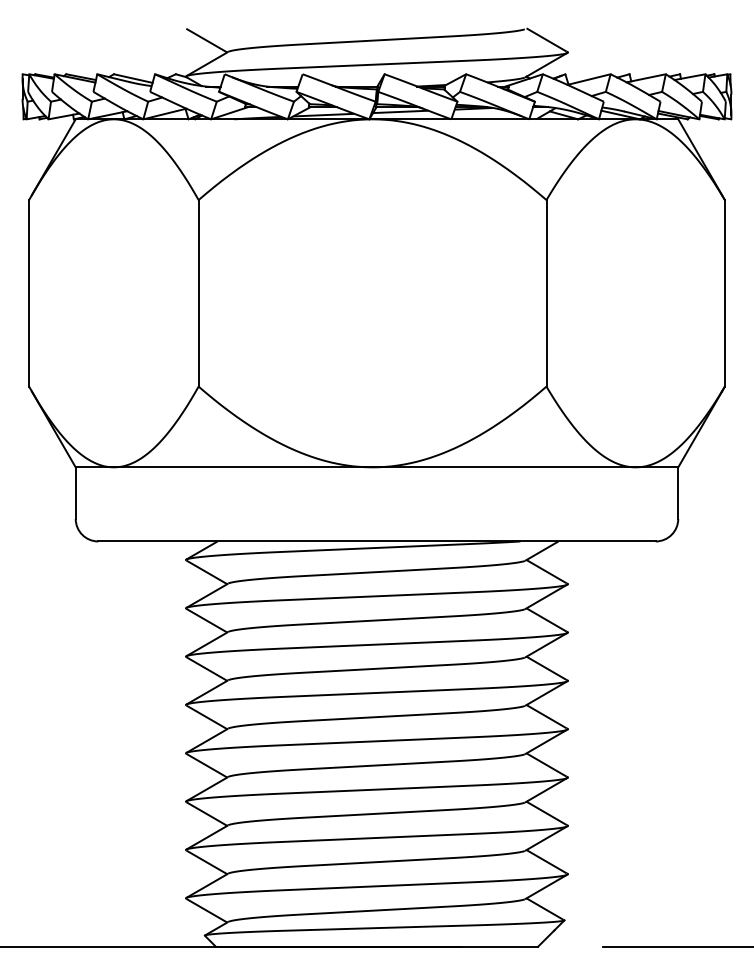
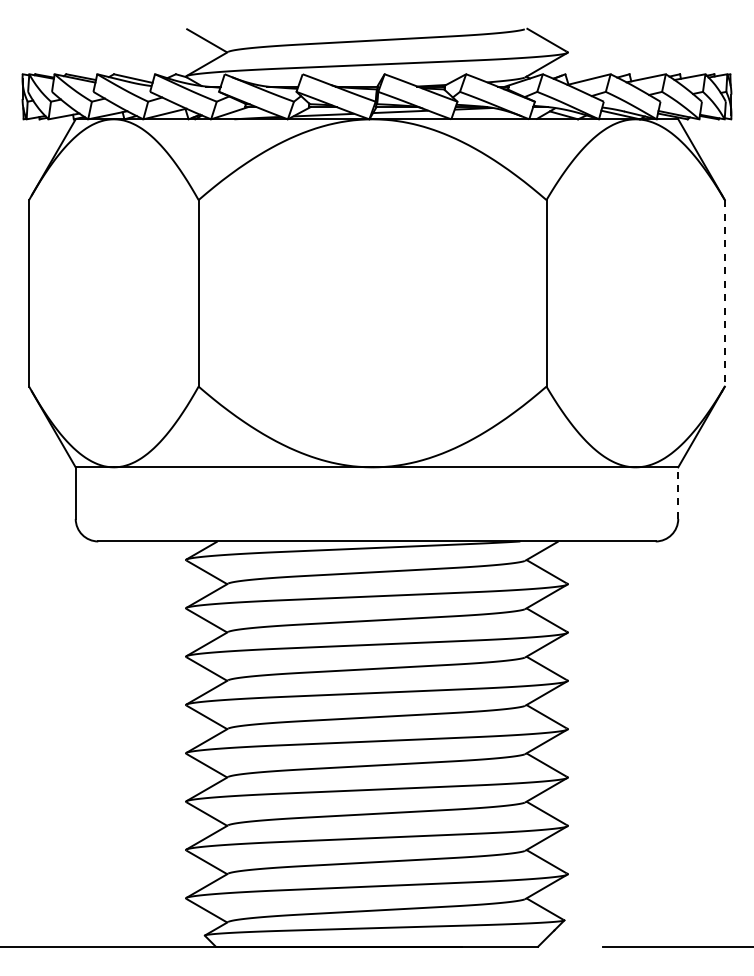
line at (724, 293): solid -> dashed
line at (678, 493): solid -> dashed
